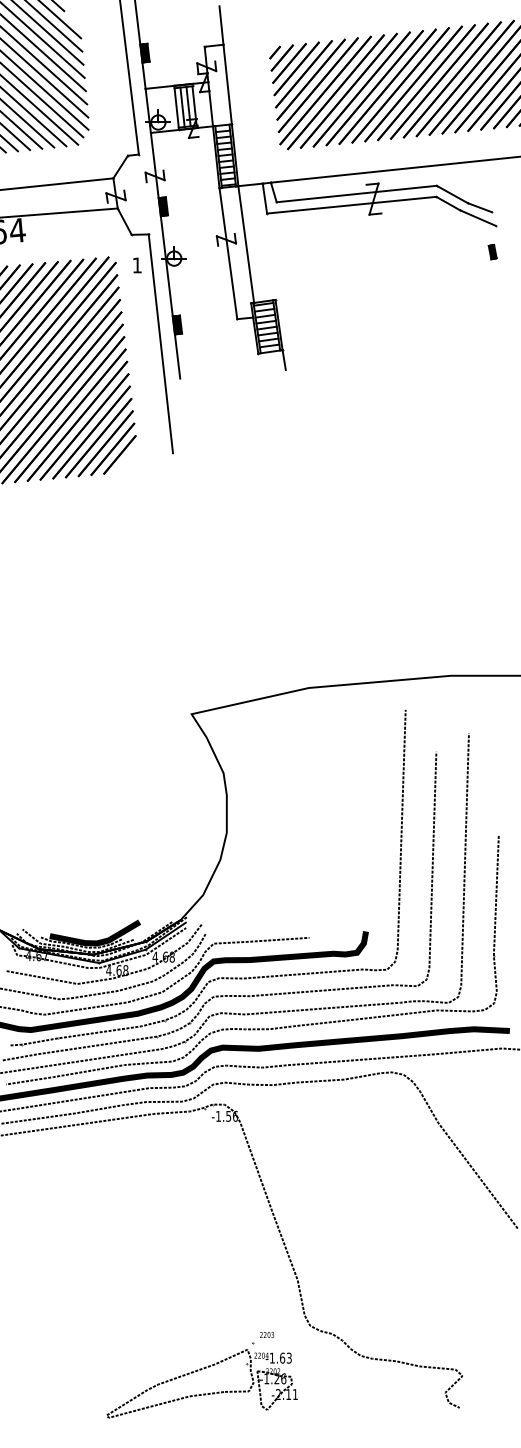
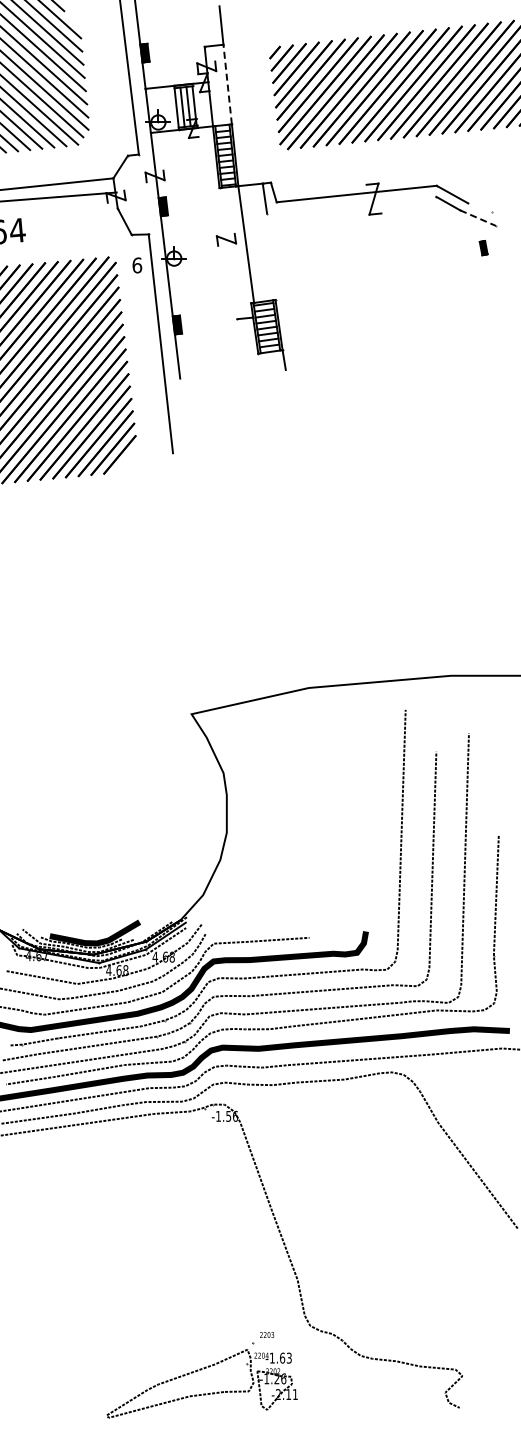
line at (227, 84): solid -> dashed
line at (393, 169): present -> none
line at (351, 204): present -> none
line at (479, 207): present -> none
line at (59, 212) position: (59, 212) -> (59, 196)
line at (478, 218): solid -> dashed
part at (492, 252) position: (492, 252) -> (483, 248)
line at (228, 253): present -> none
text at (137, 265): 1 -> 6
